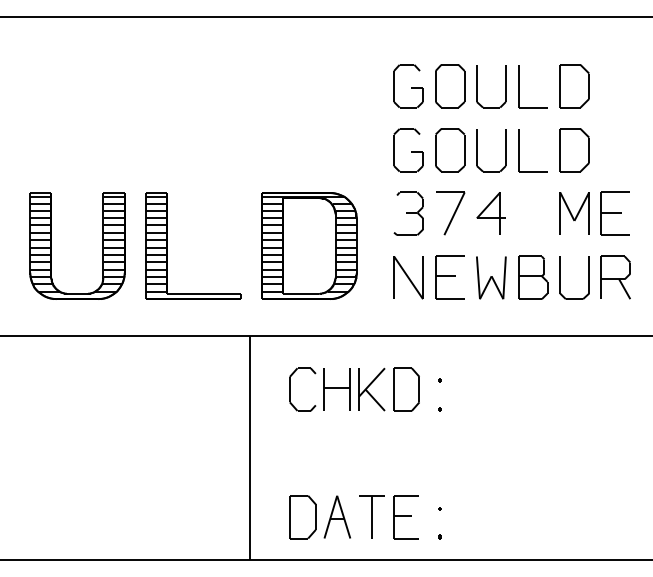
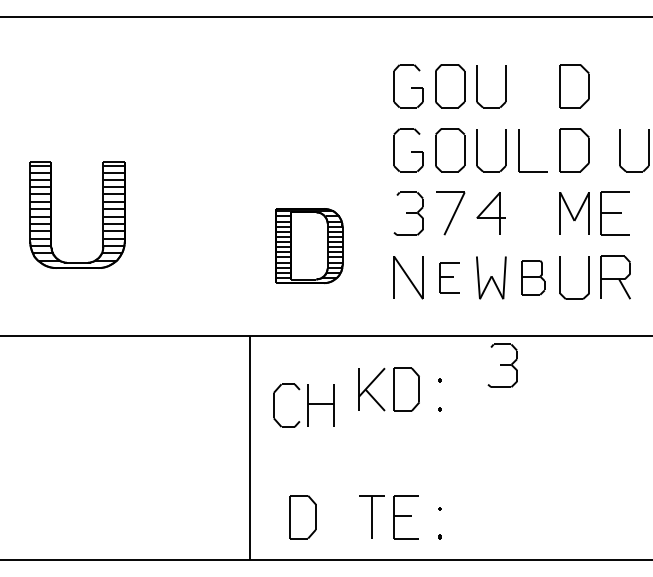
part at (519, 86): present -> none
part at (620, 150): none -> present
part at (102, 245) position: (102, 245) -> (102, 214)
part at (167, 245): present -> none
part at (309, 245) size: 97x108 px -> 69x76 px
part at (449, 277) size: 30x45 px -> 21x32 px
part at (533, 277) size: 31x45 px -> 25x36 px
part at (502, 365): none -> present
part at (319, 389) position: (319, 389) -> (303, 405)
part at (336, 516): present -> none
